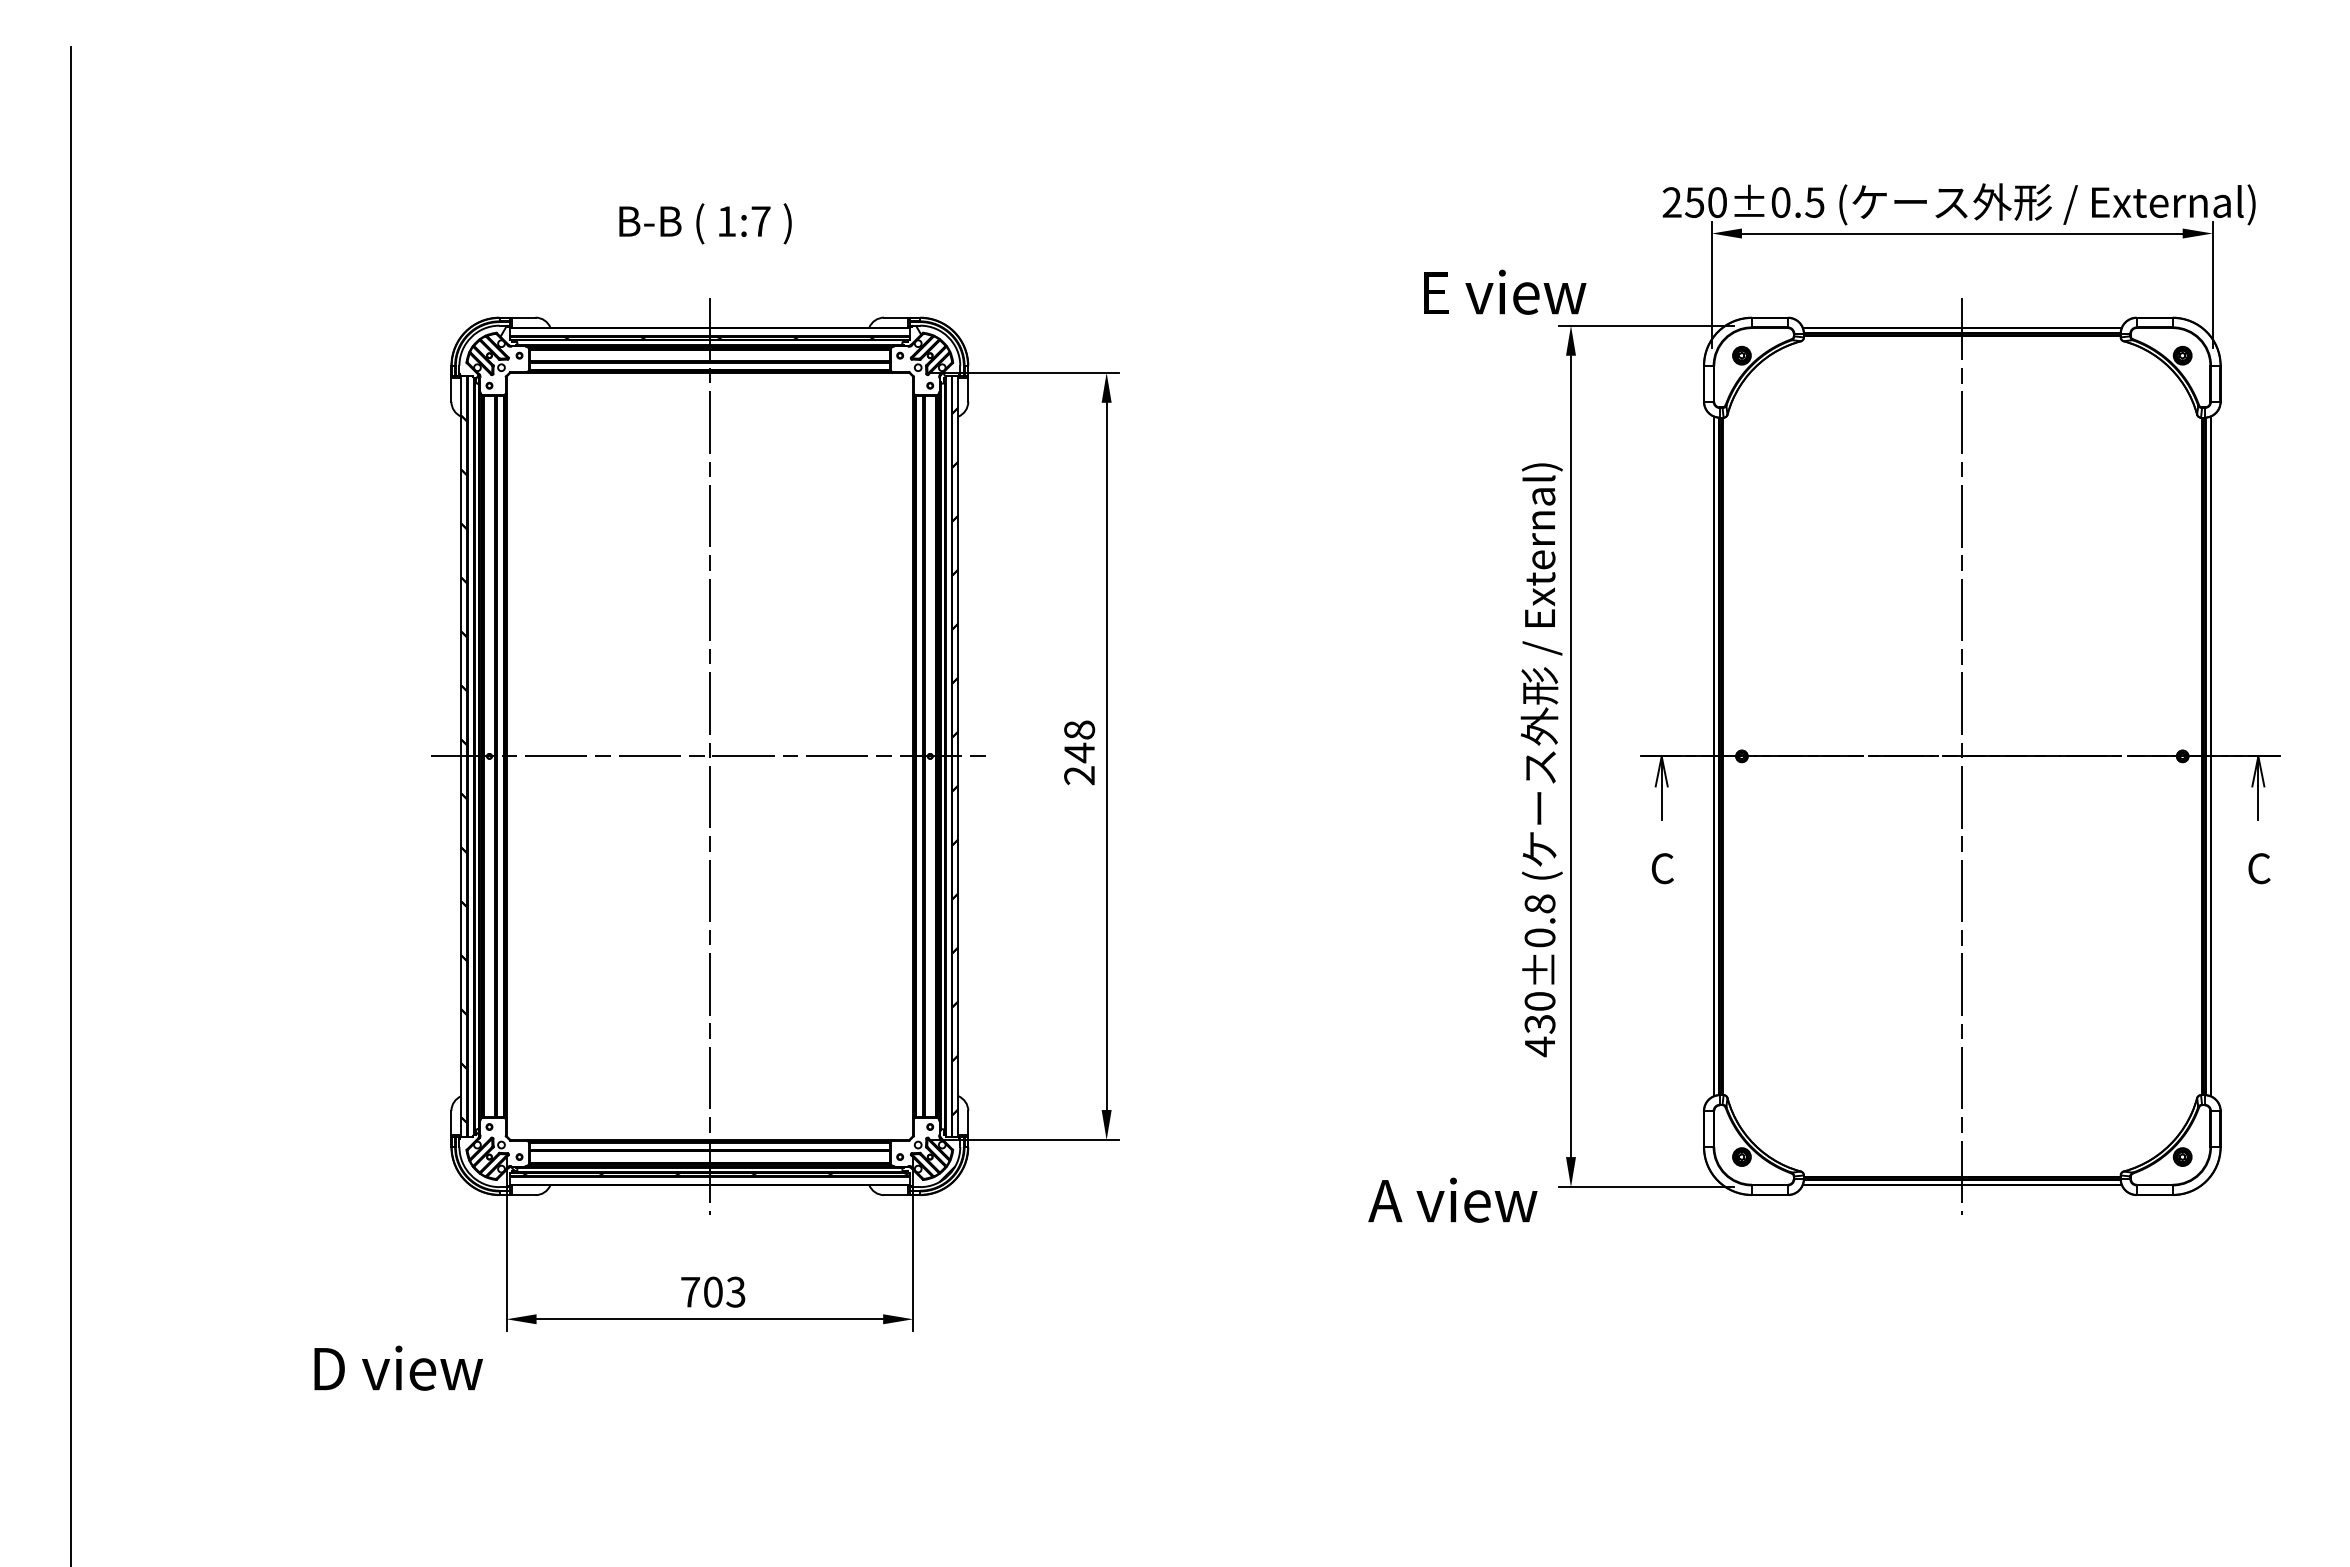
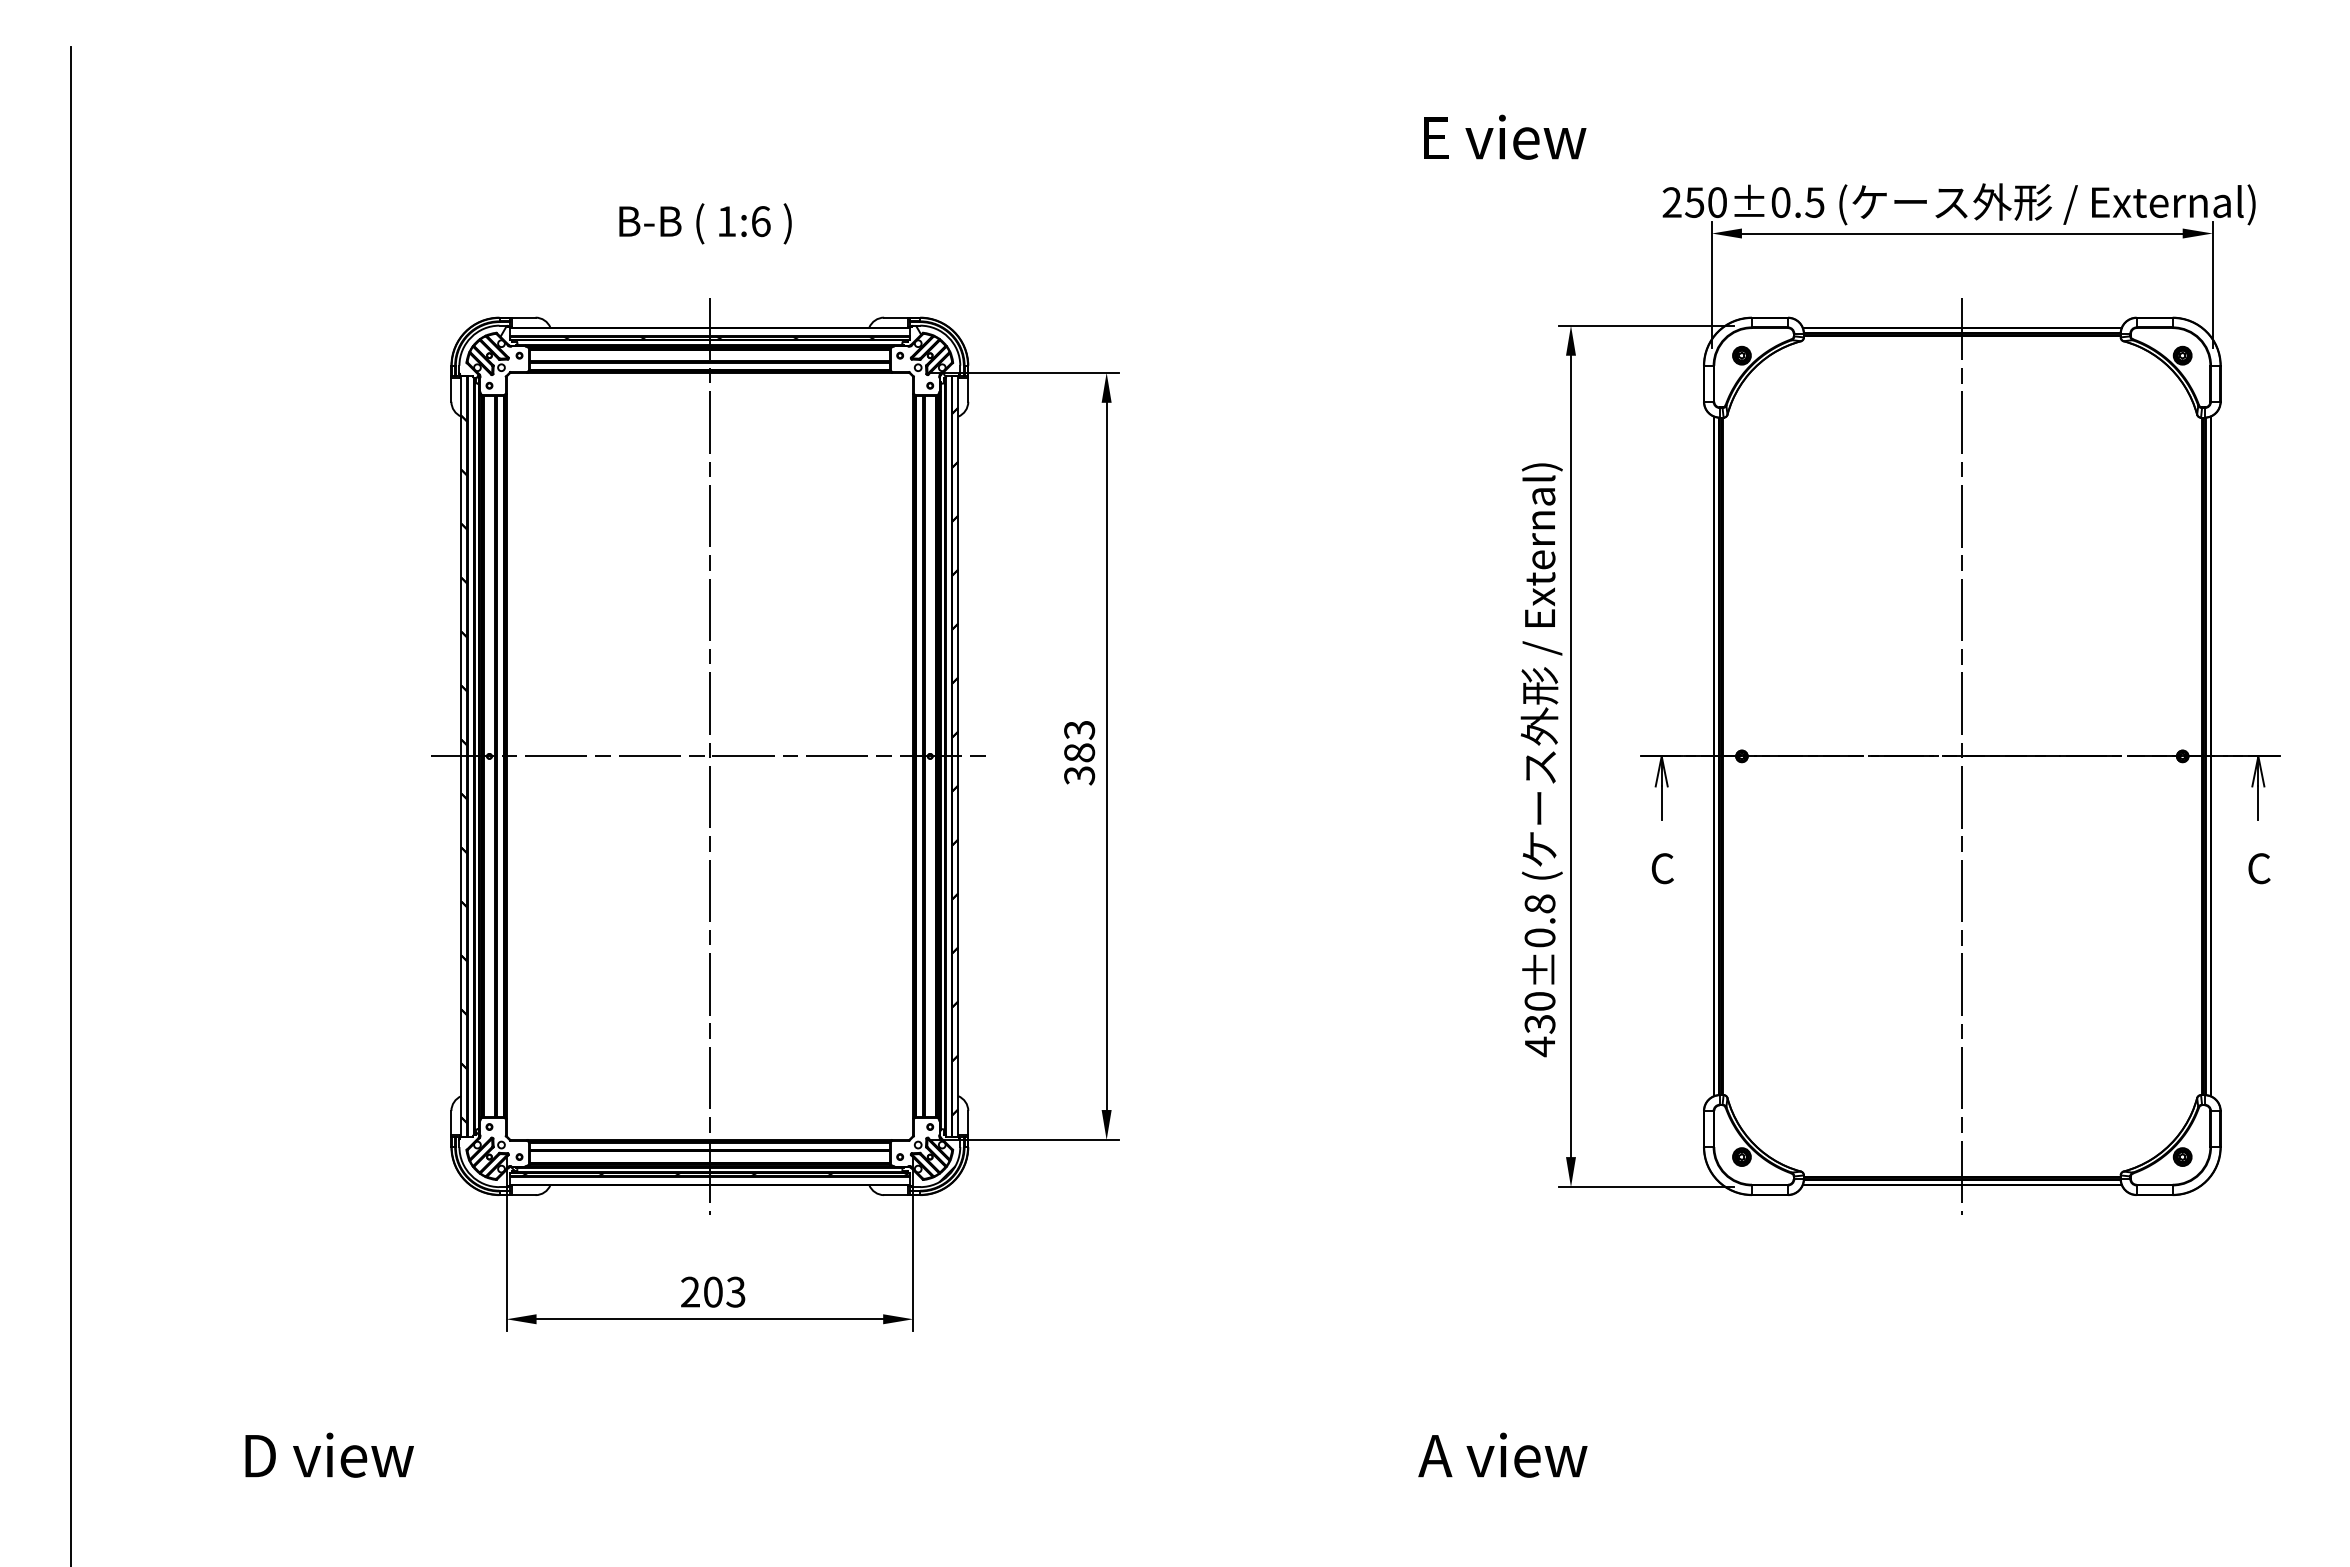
text at (760, 221): 1:7 -> 1:6
text at (1505, 291) position: (1505, 291) -> (1505, 136)
text at (1079, 752): 248 -> 383
text at (1452, 1199) position: (1452, 1199) -> (1502, 1454)
text at (690, 1291): 703 -> 203
text at (398, 1367) position: (398, 1367) -> (329, 1454)
